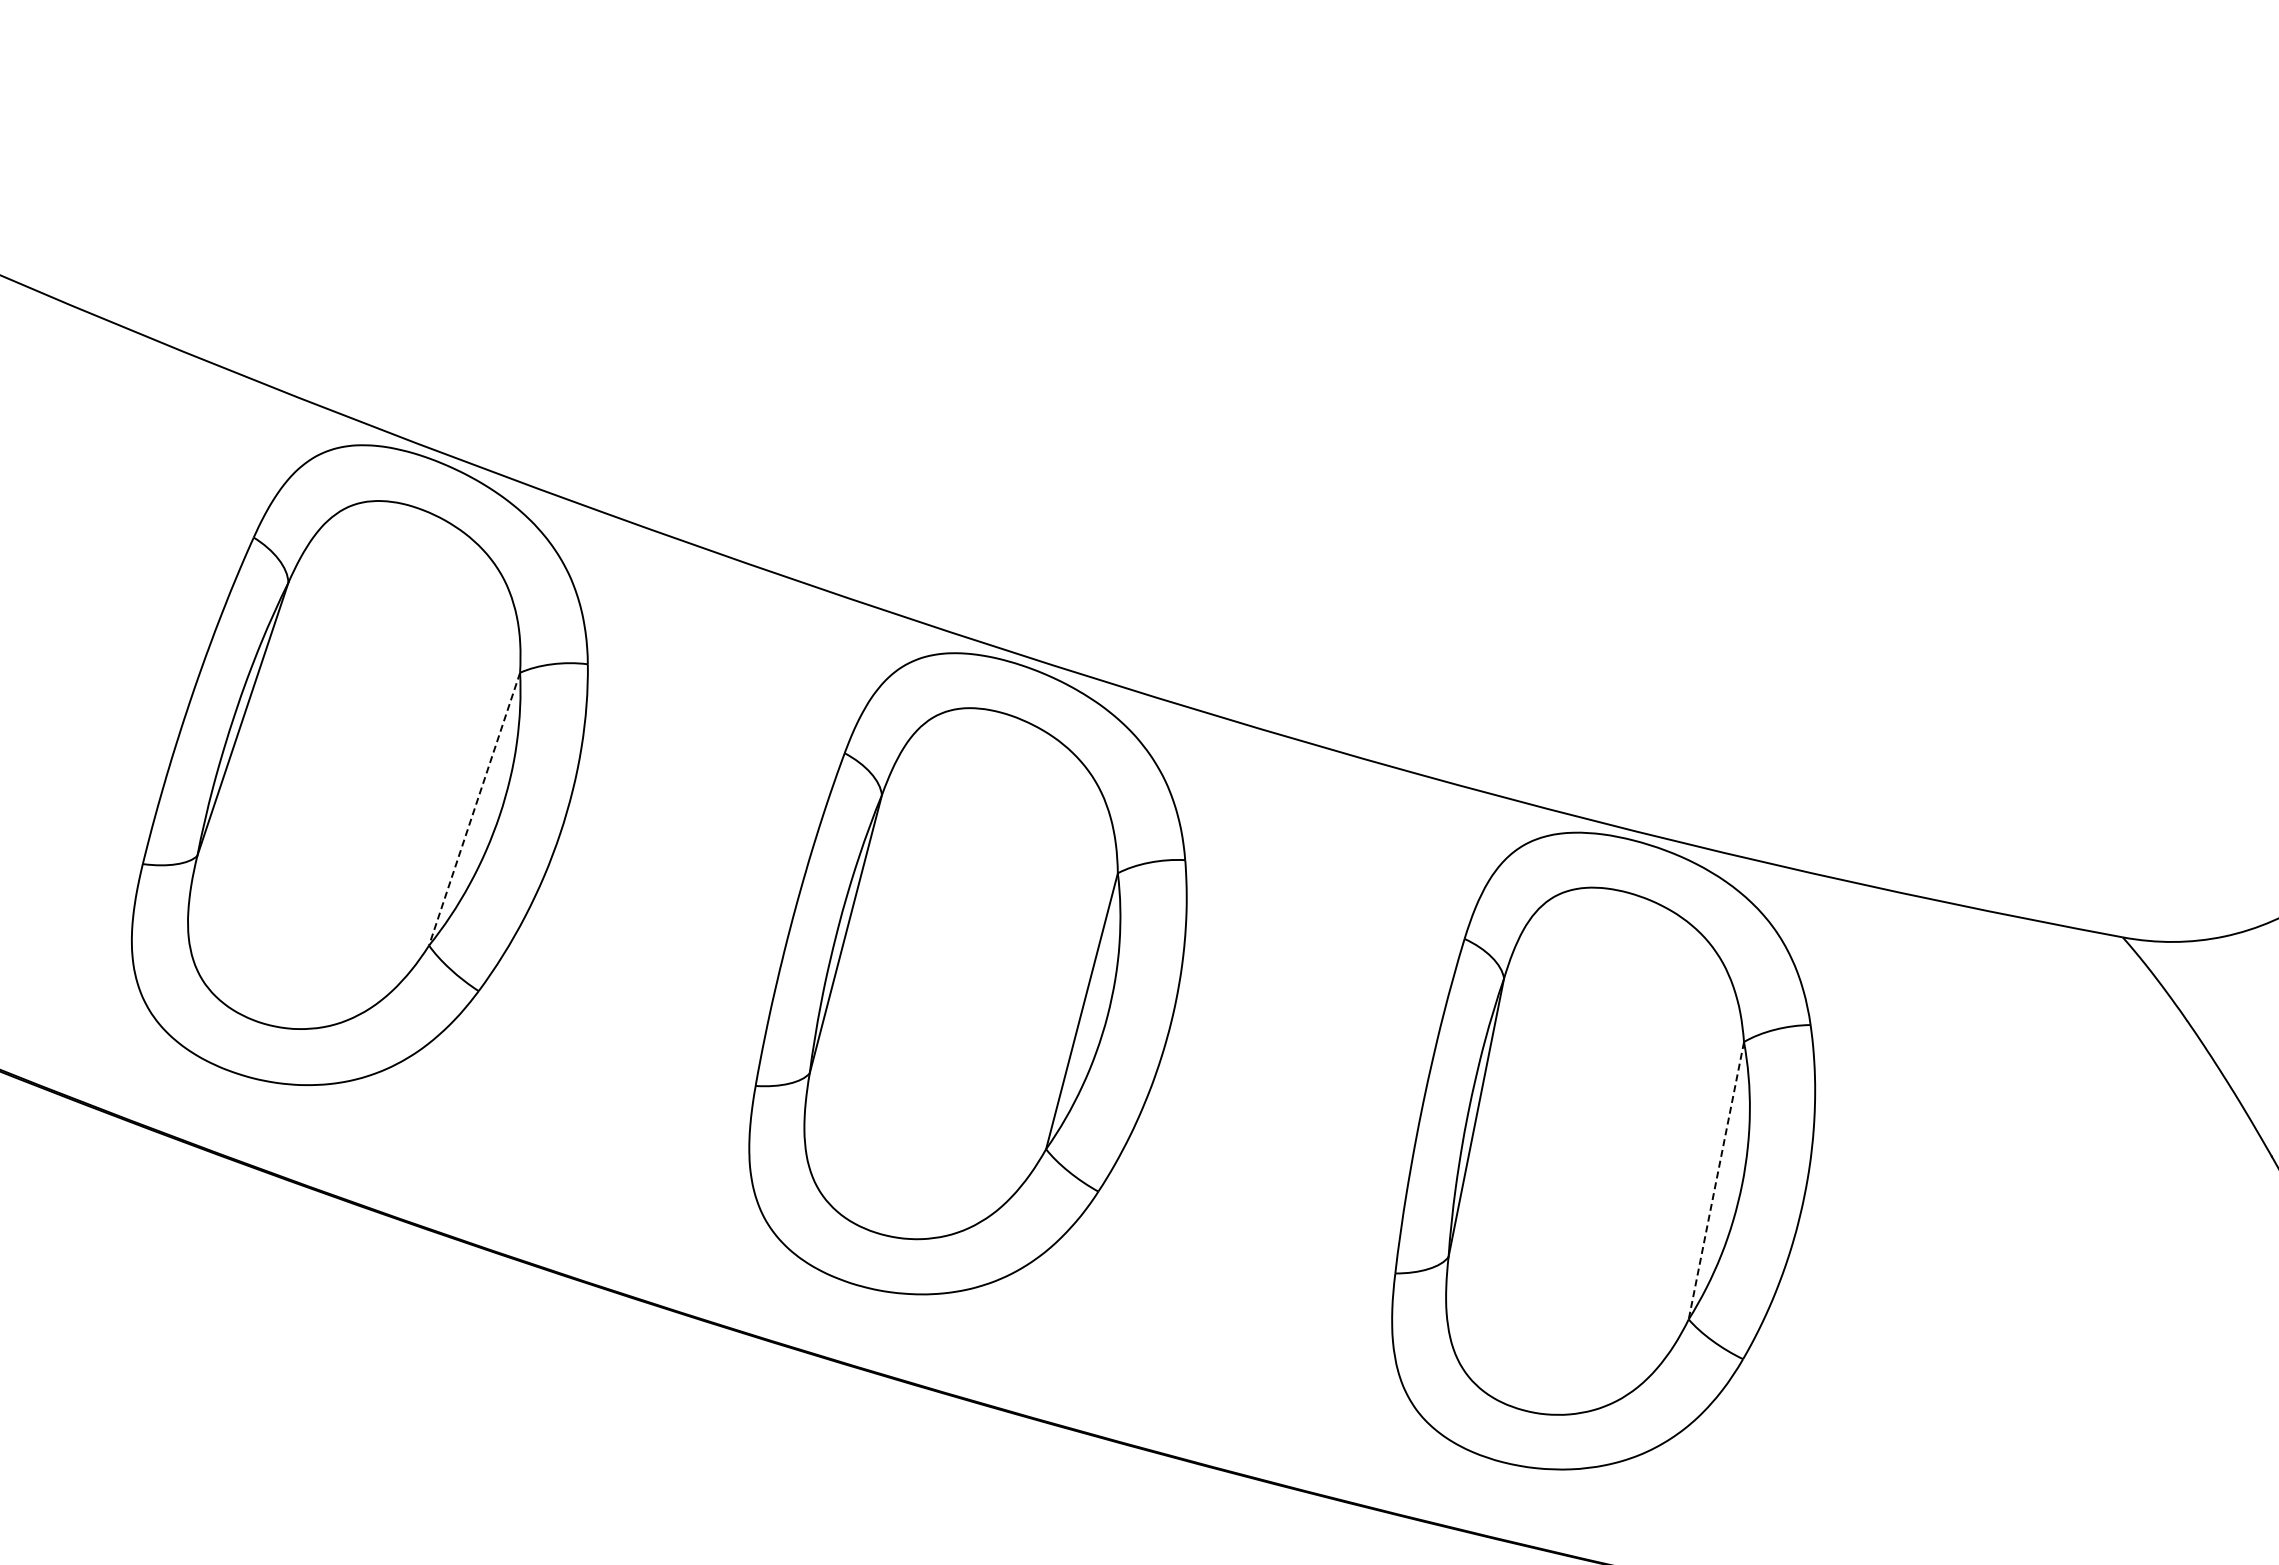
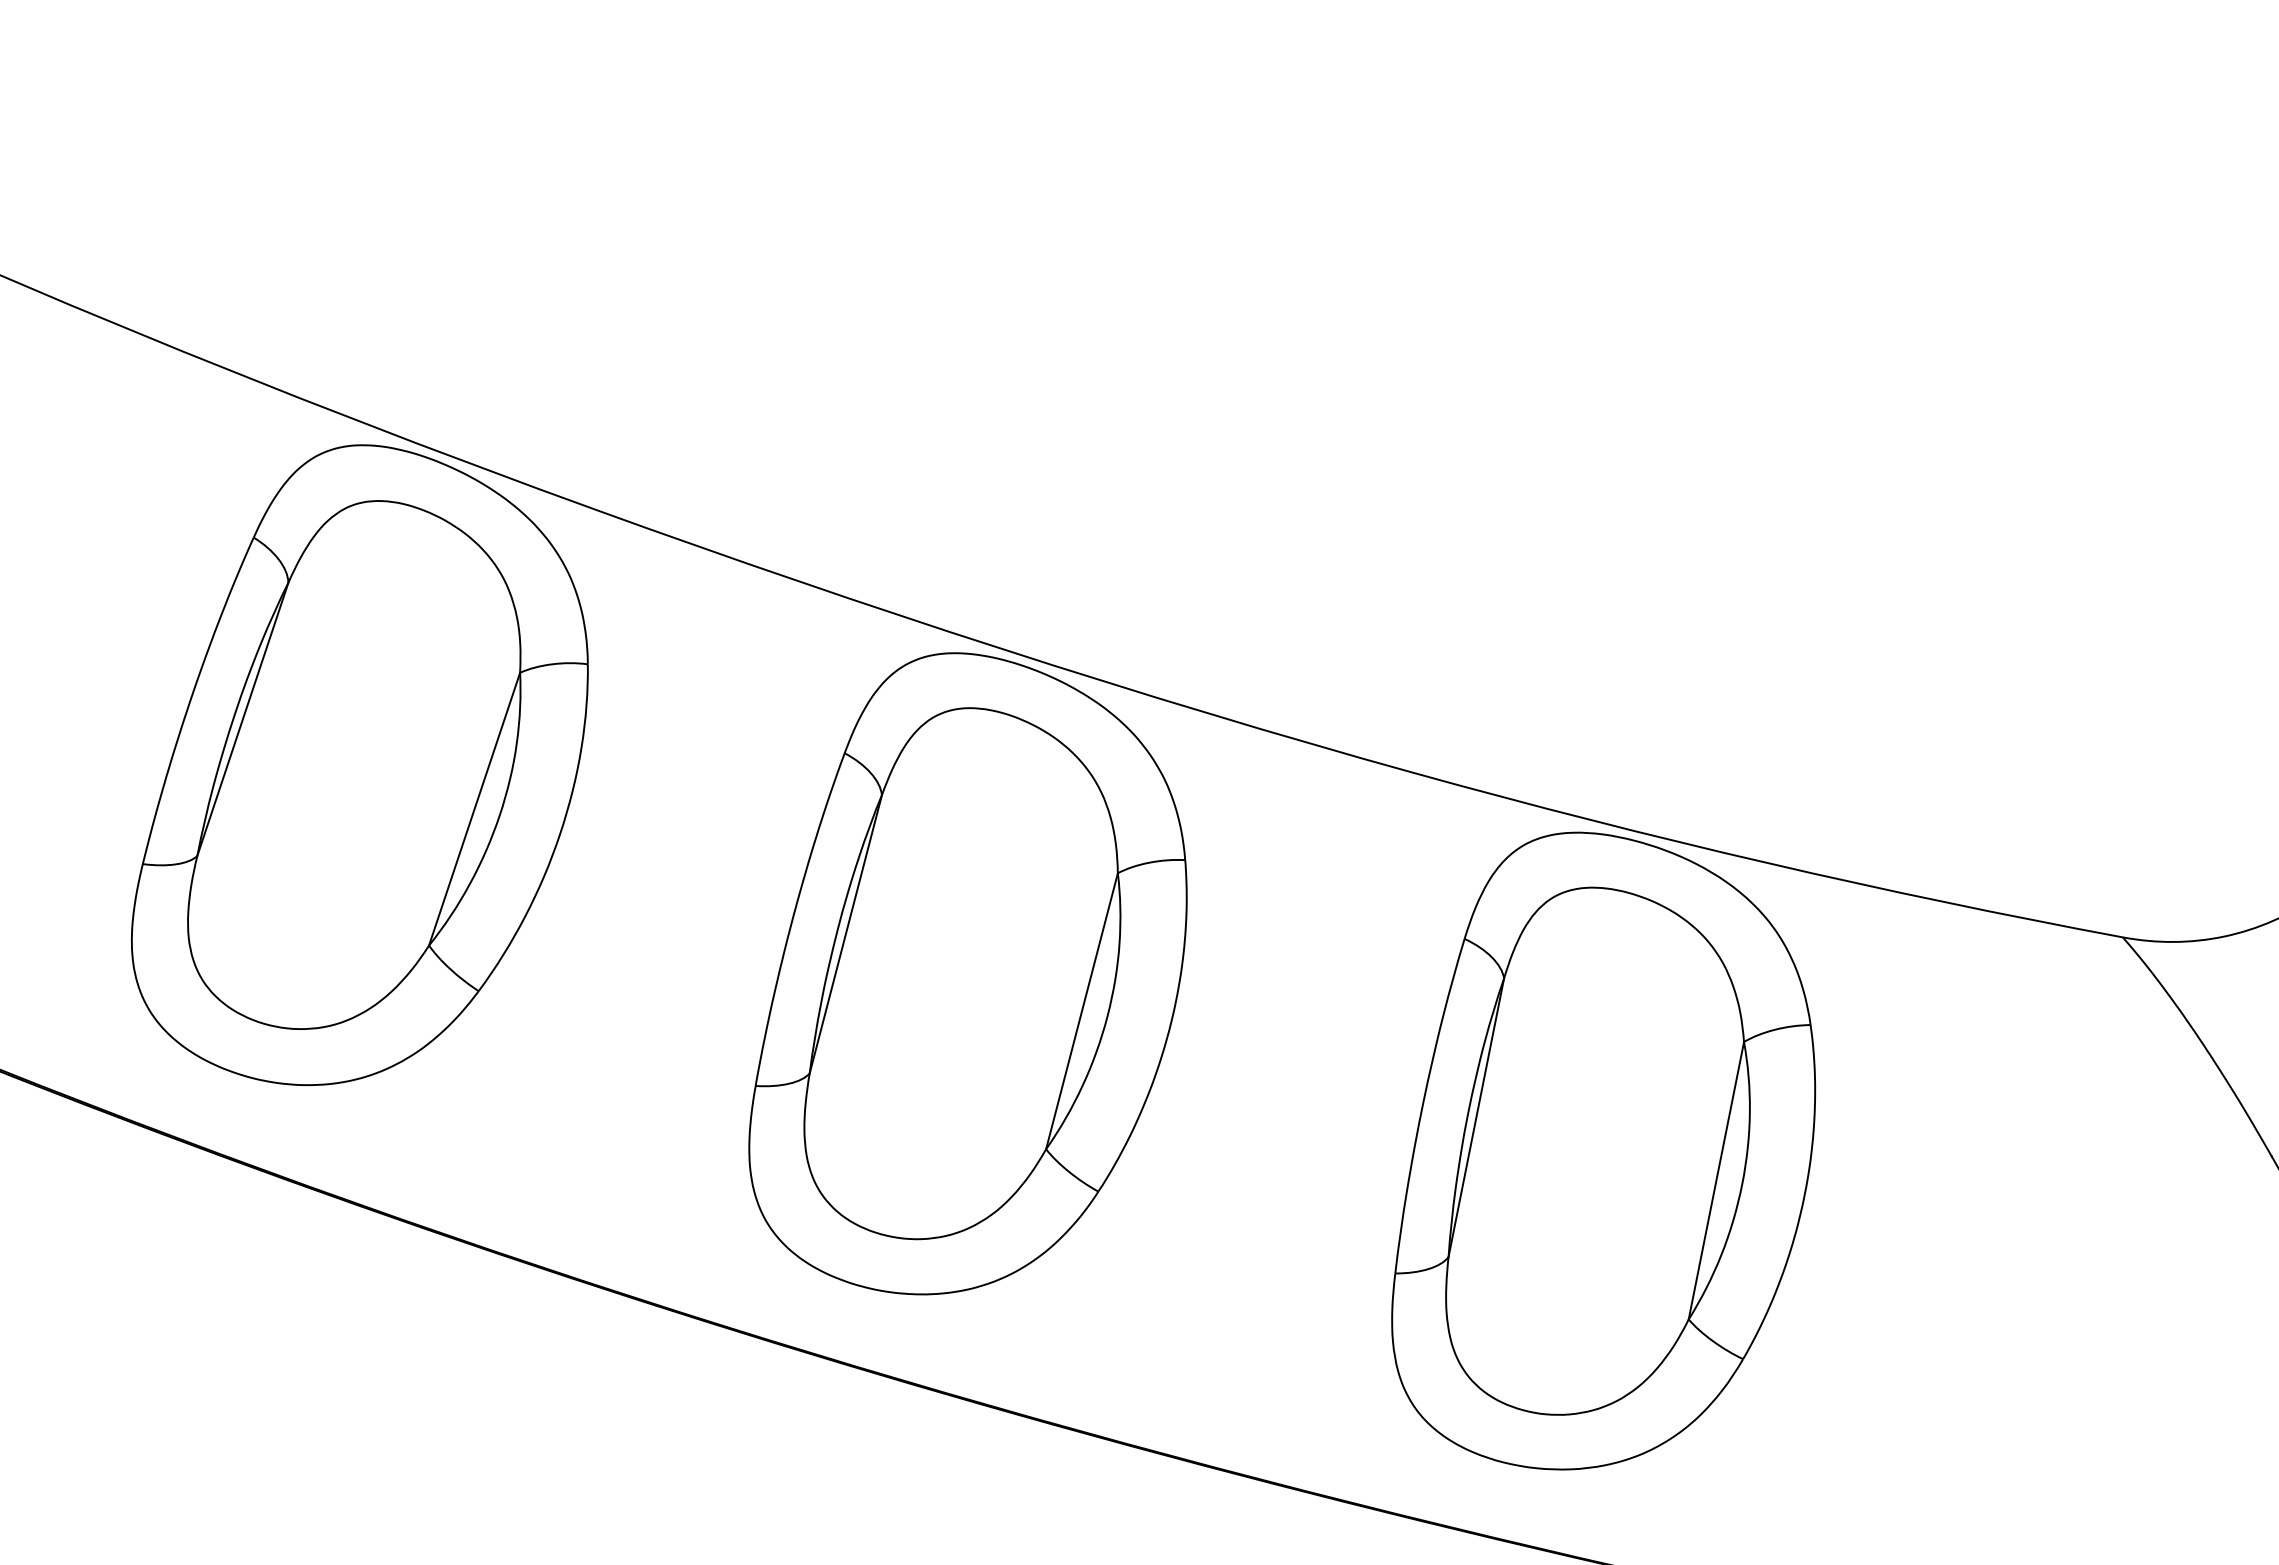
line at (474, 809): dashed -> solid
line at (1716, 1181): dashed -> solid
